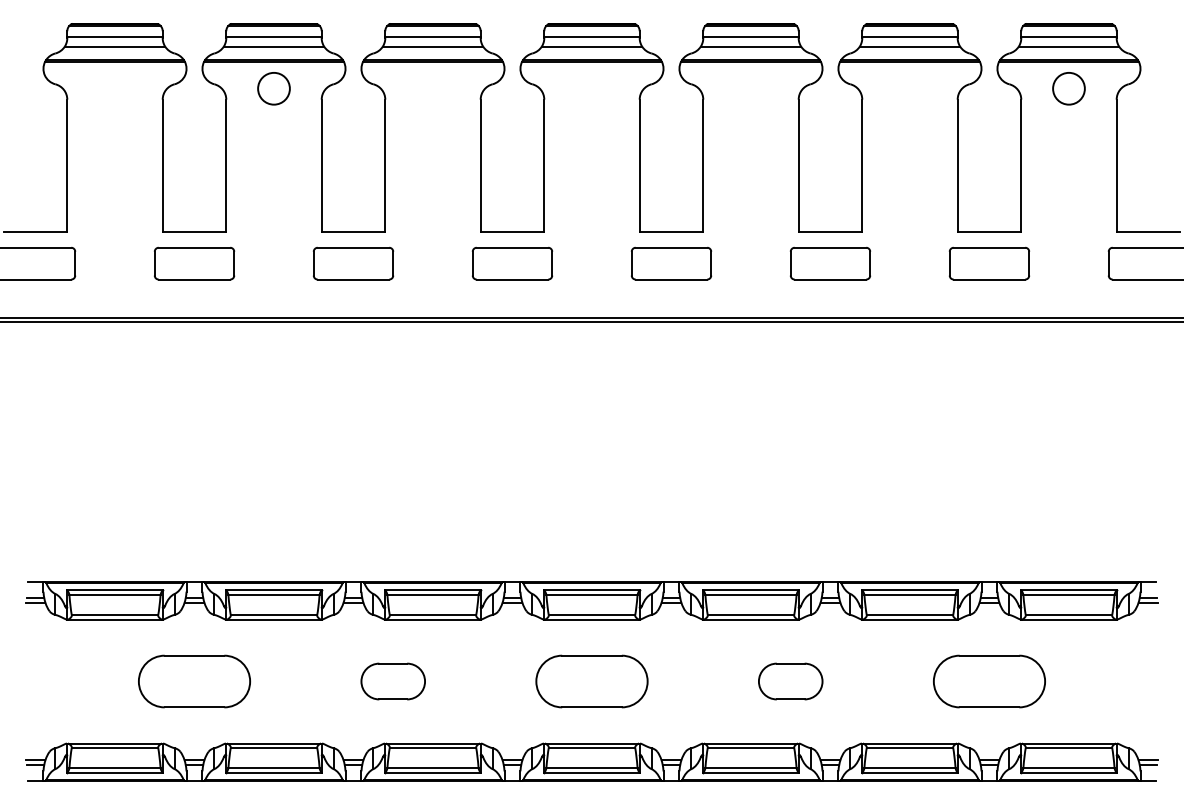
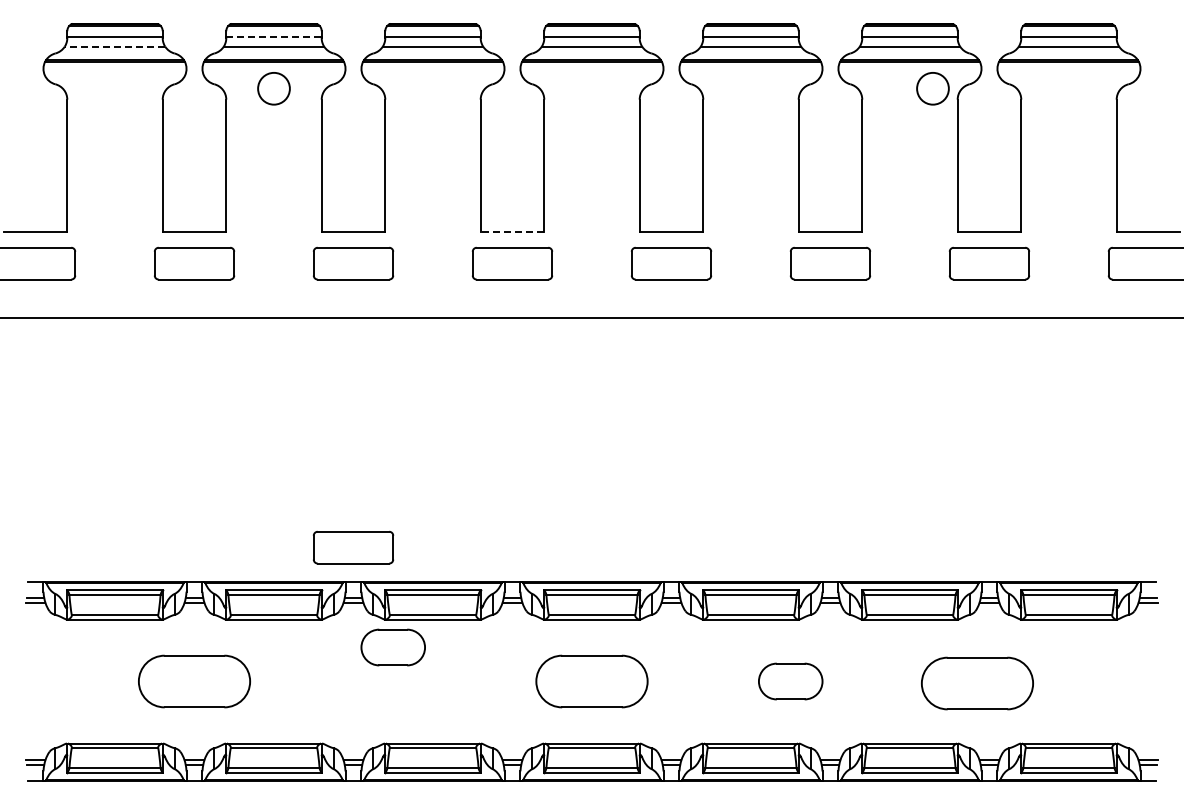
line at (274, 36): solid -> dashed
line at (114, 46): solid -> dashed
circle at (1068, 88) position: (1068, 88) -> (932, 88)
line at (512, 231): solid -> dashed
line at (591, 321): present -> none
part at (353, 547): none -> present
part at (392, 681) position: (392, 681) -> (392, 647)
part at (989, 681) position: (989, 681) -> (977, 683)
